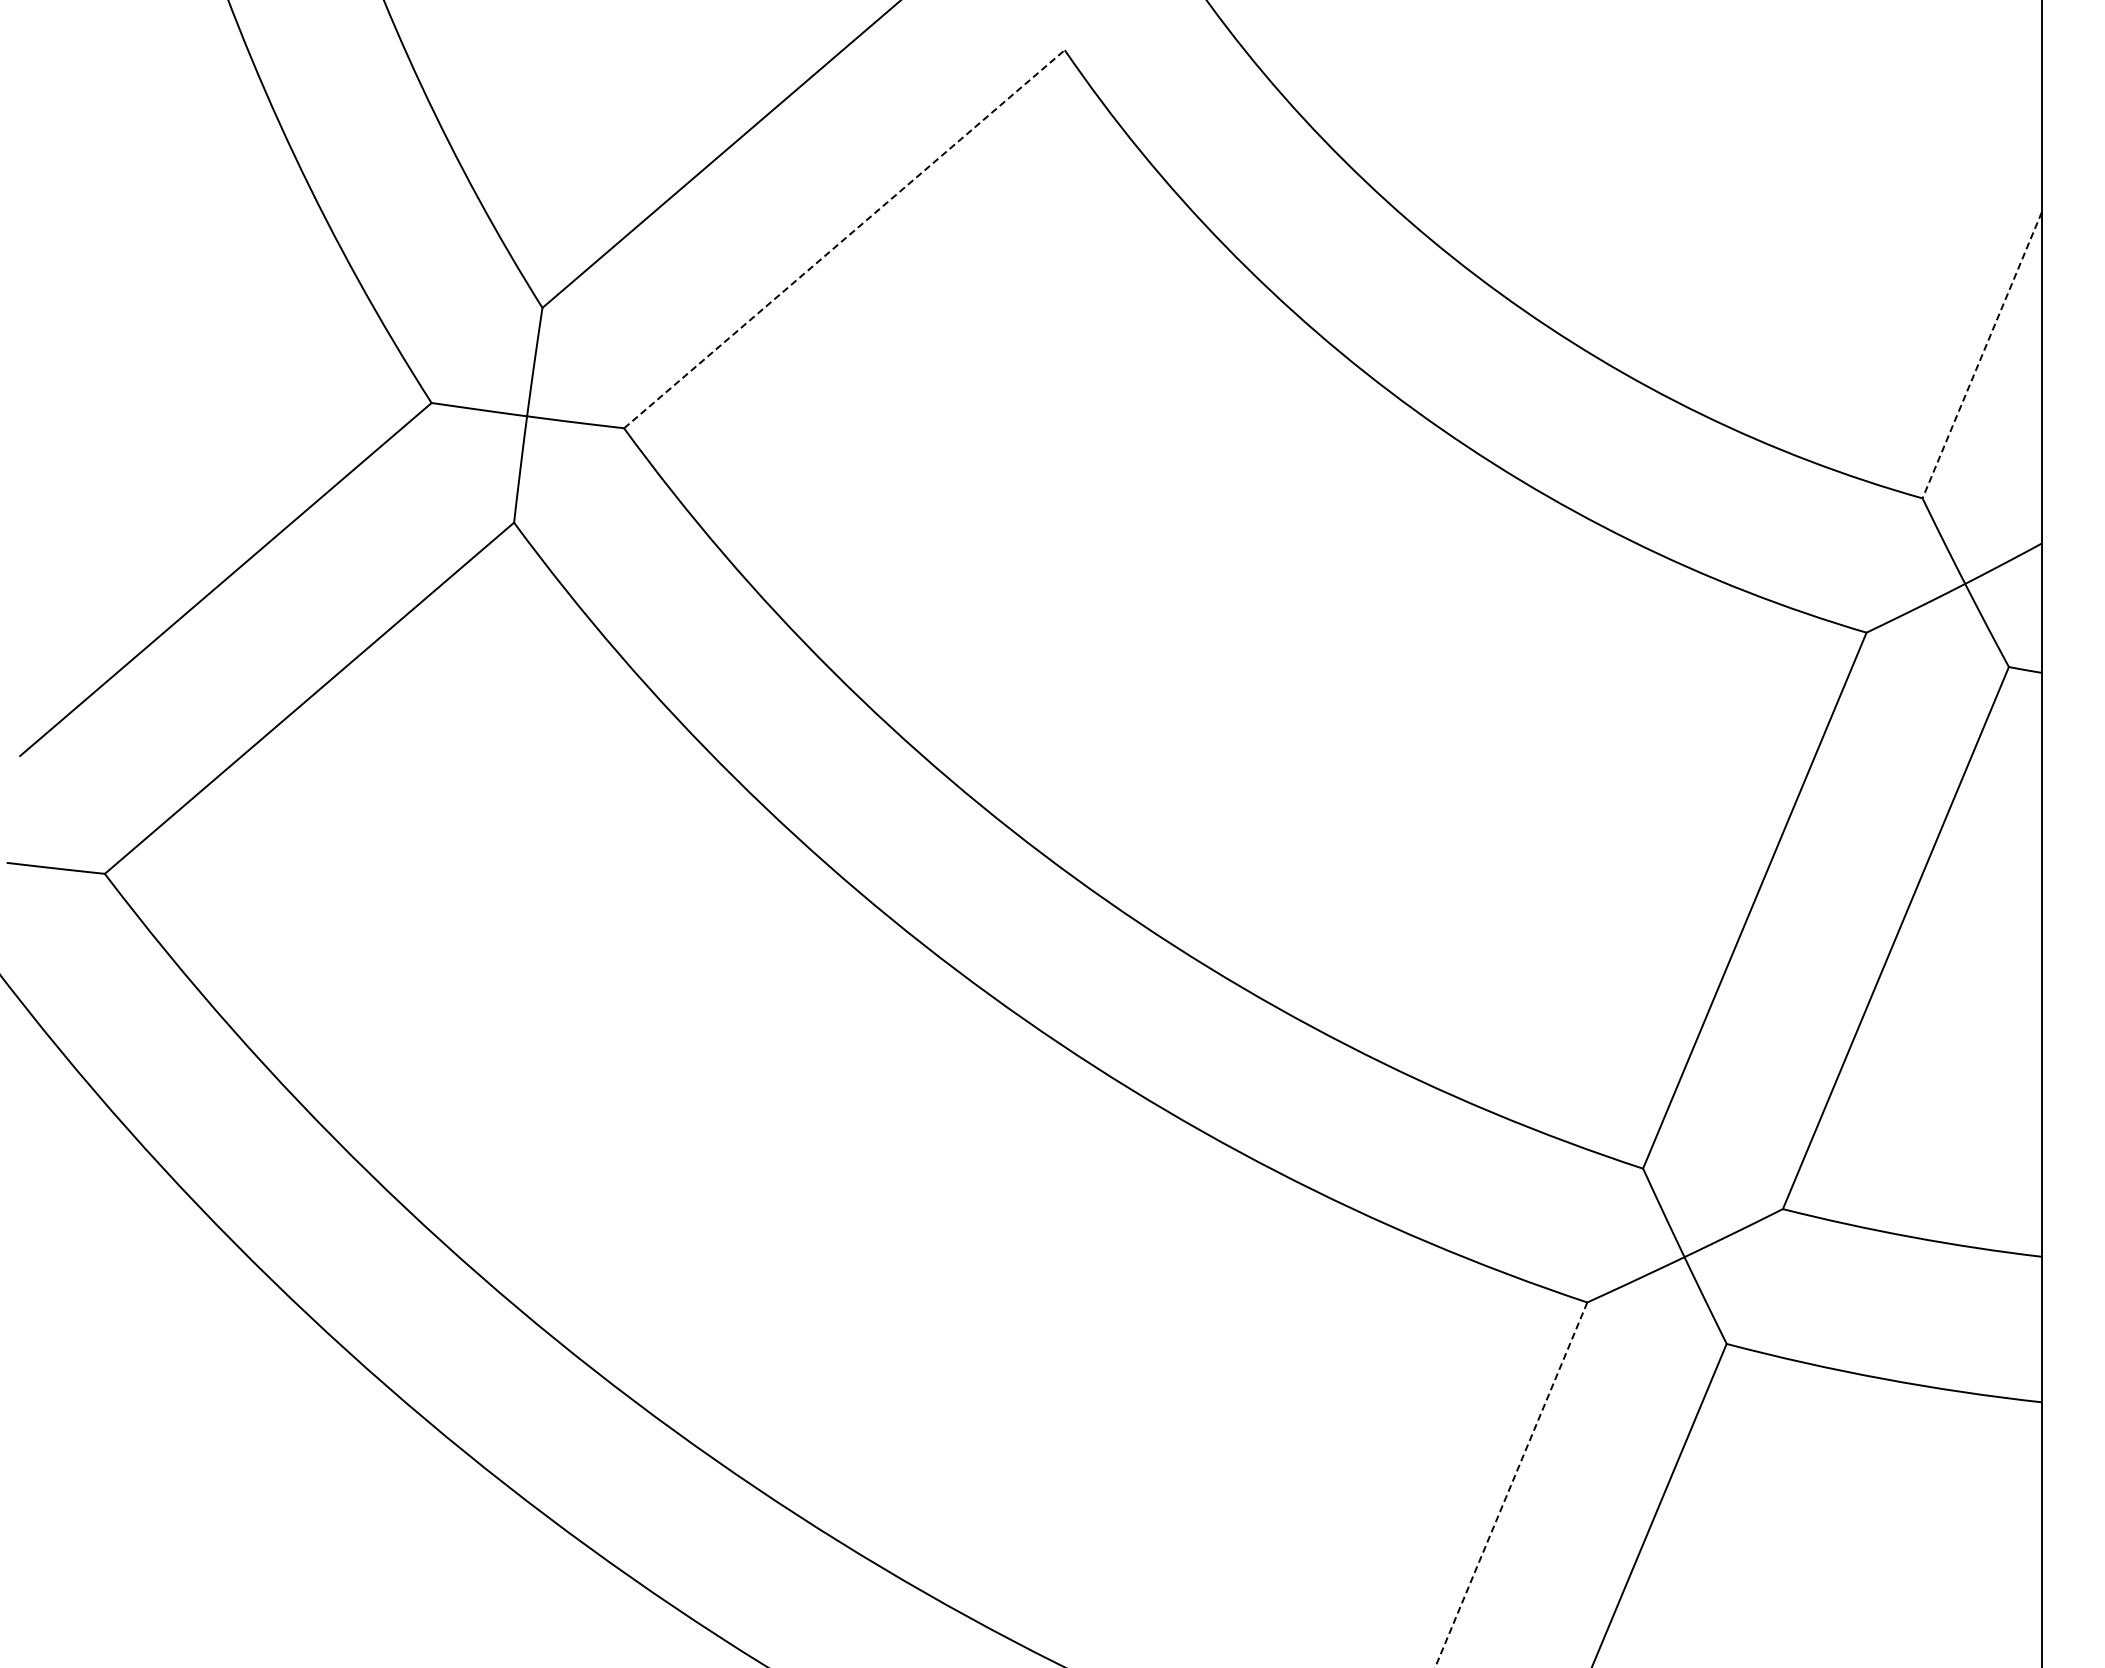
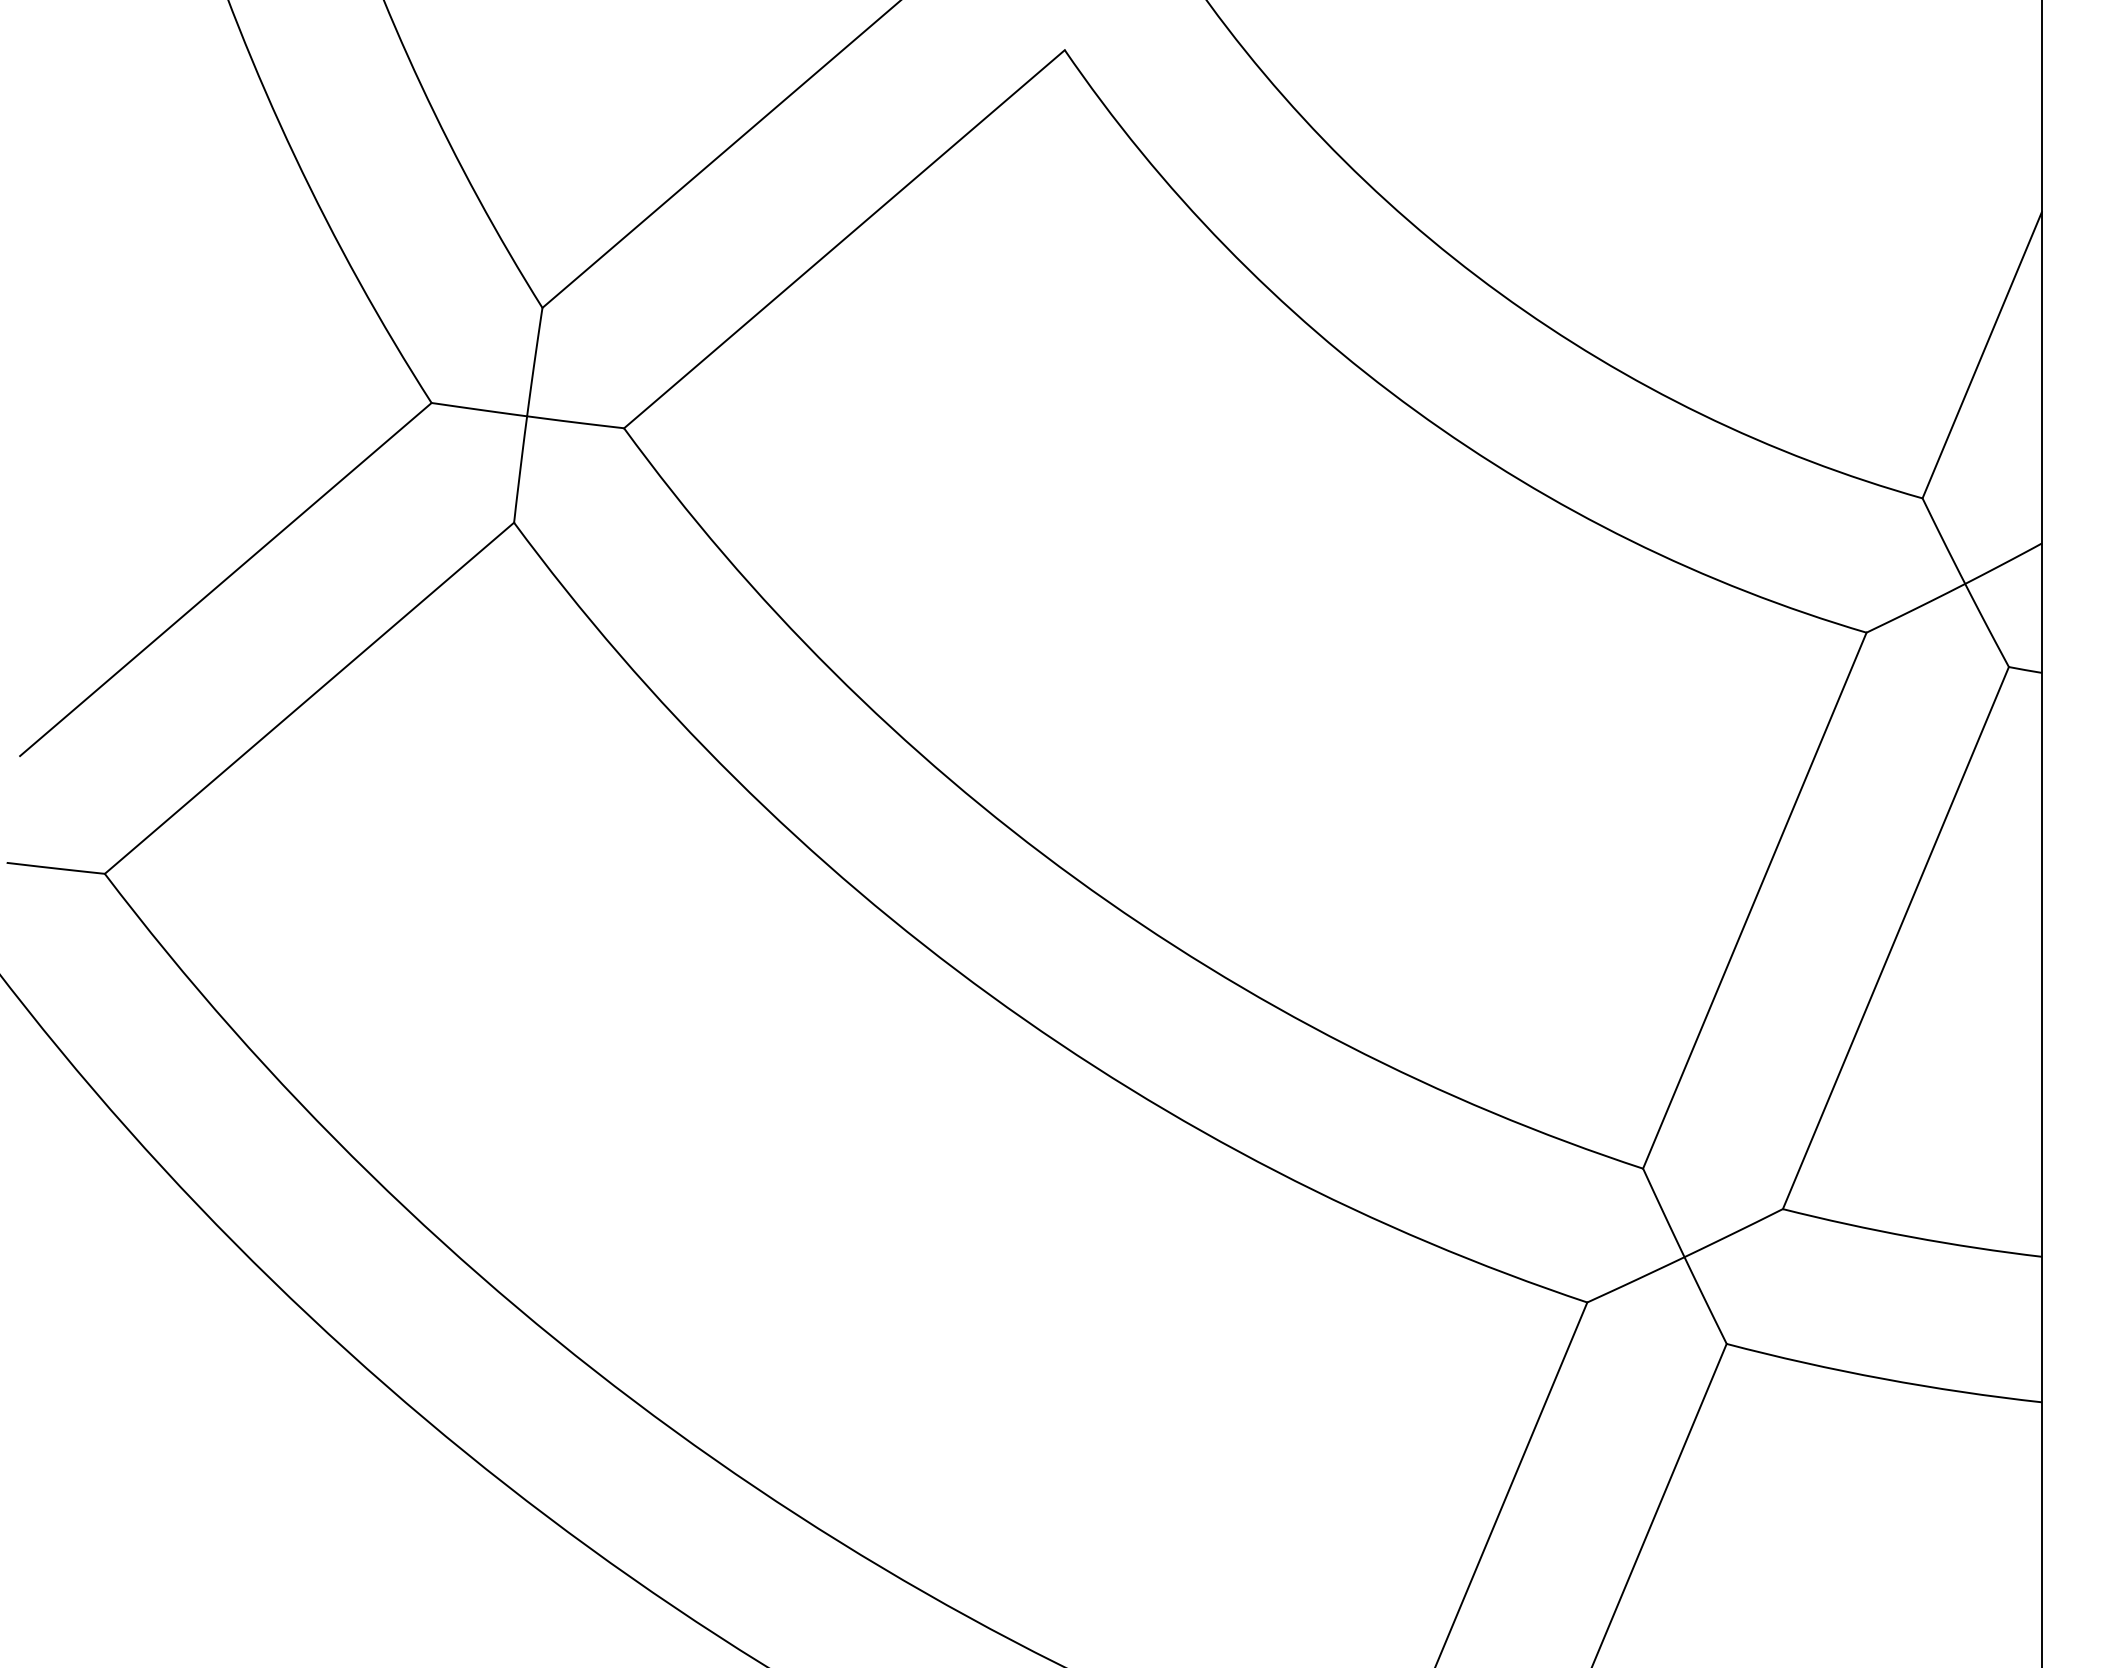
line at (844, 238): dashed -> solid
line at (1982, 355): dashed -> solid
line at (1511, 1484): dashed -> solid
